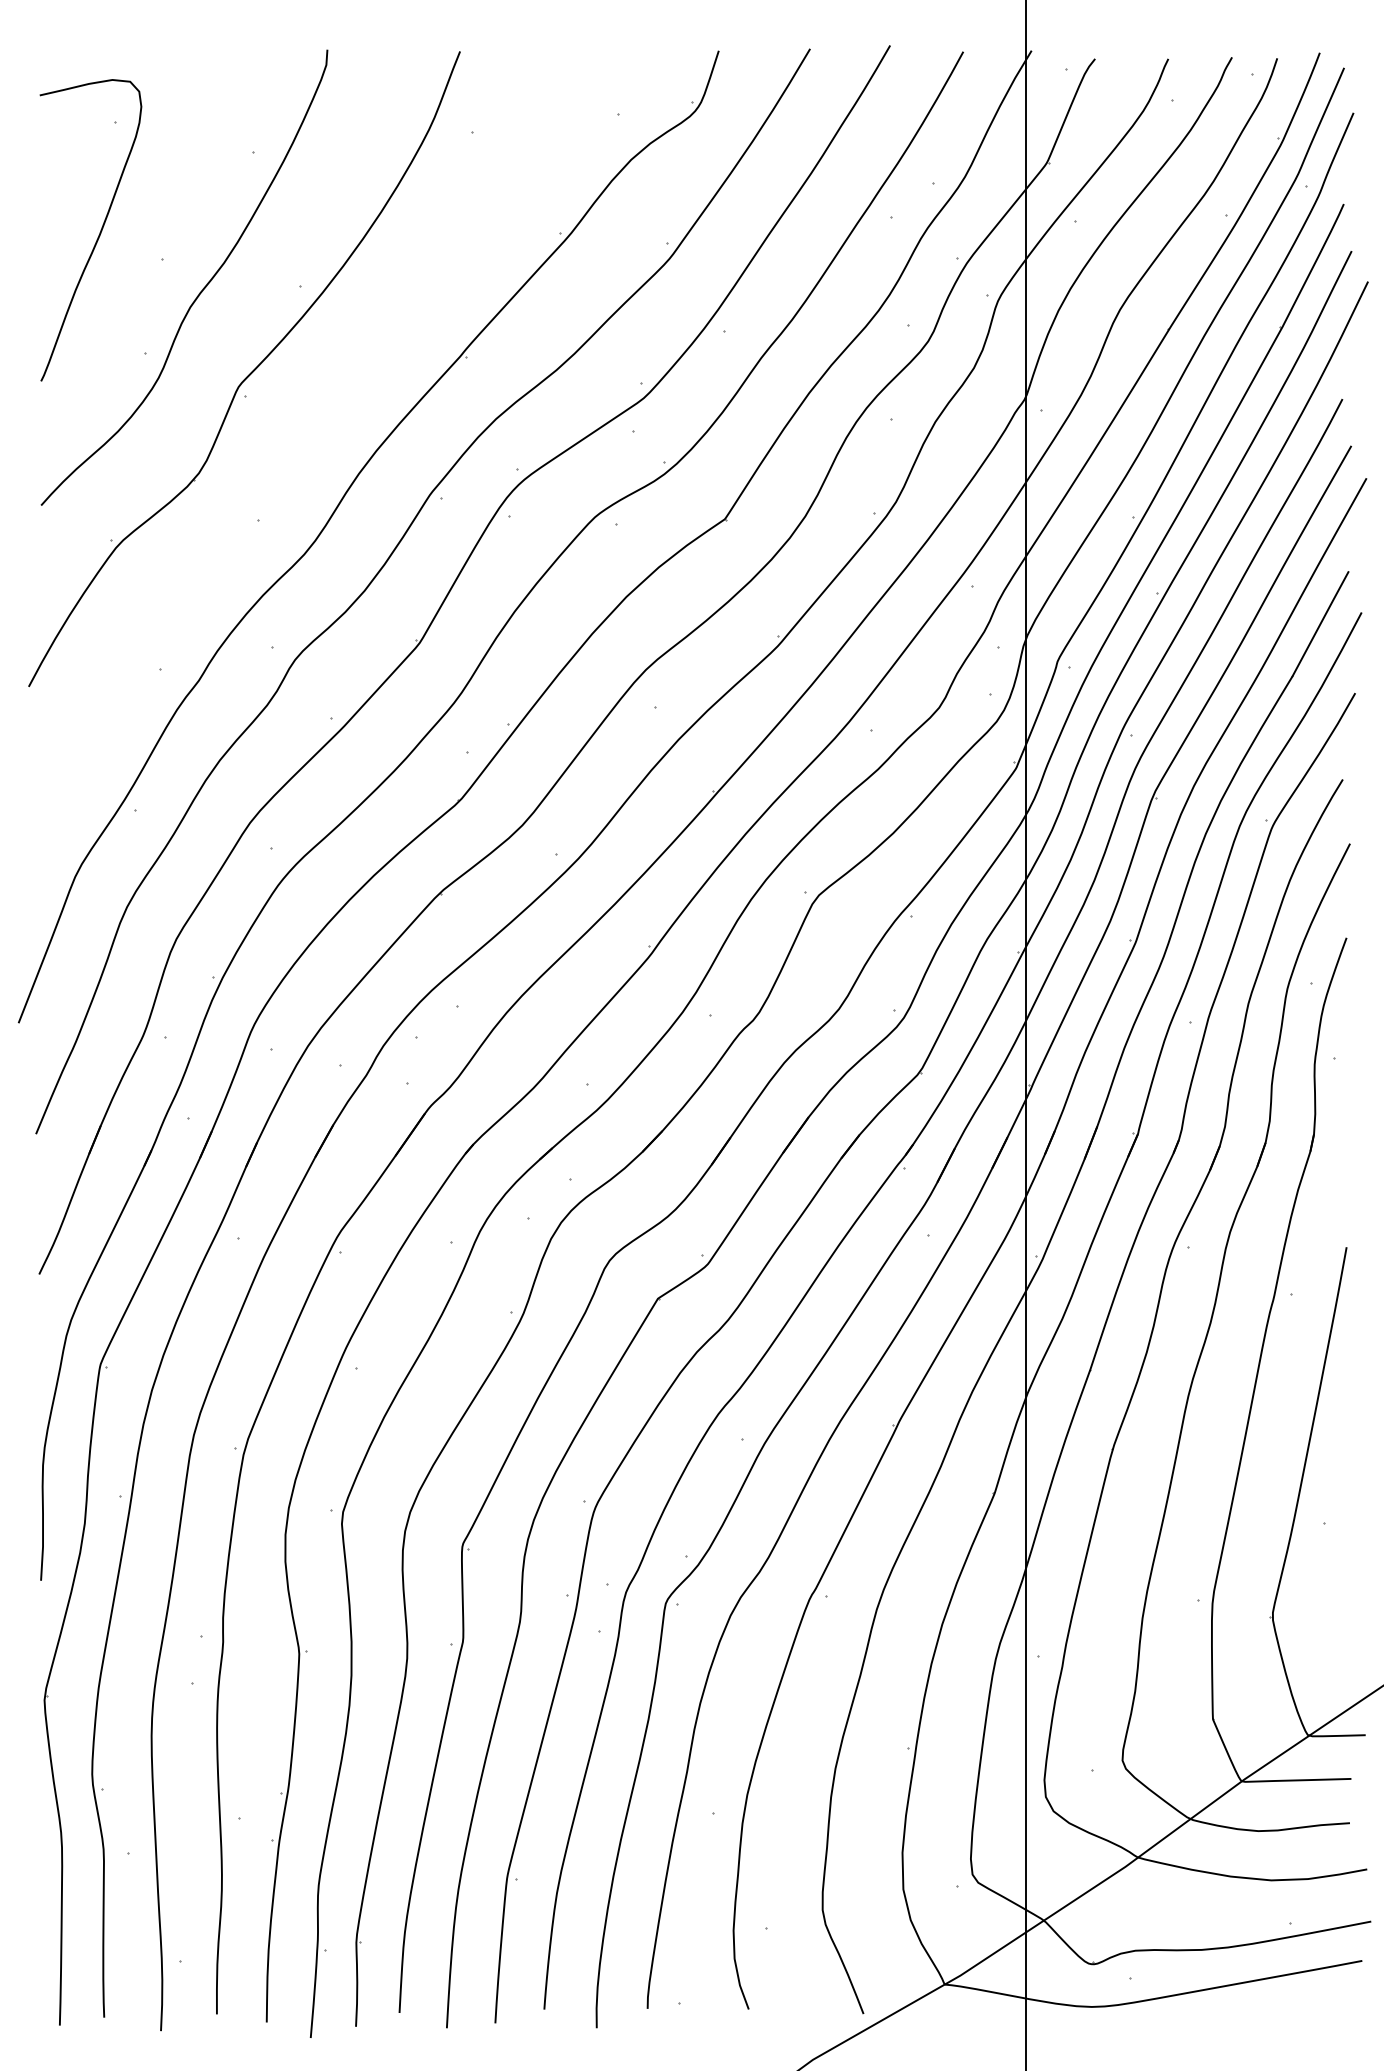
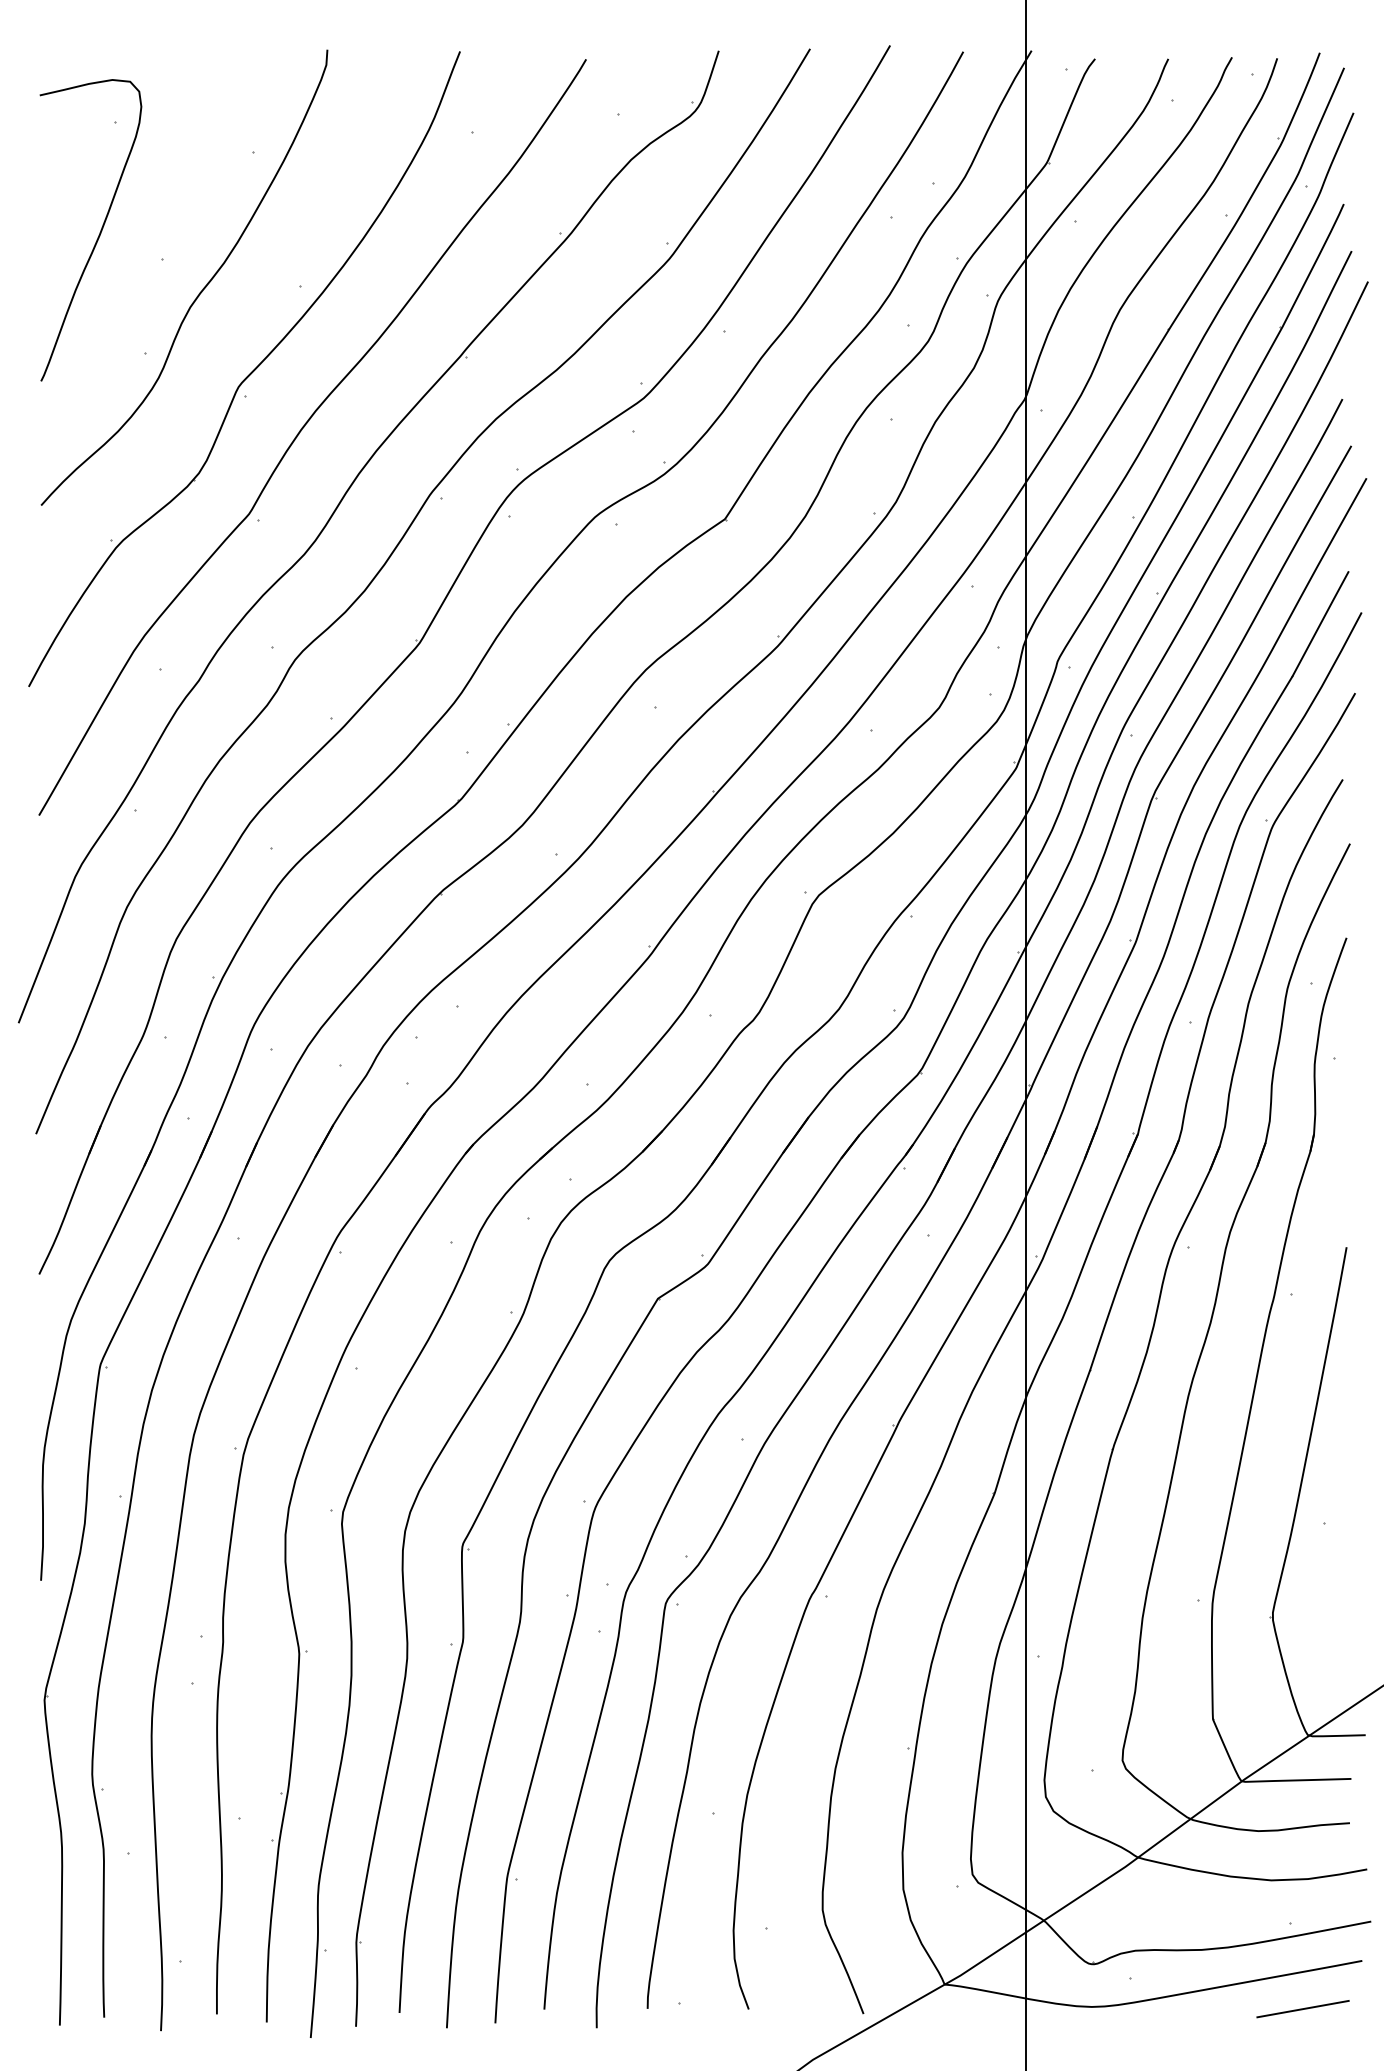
curve at (301, 431): none -> present
line at (1302, 2009): none -> present
